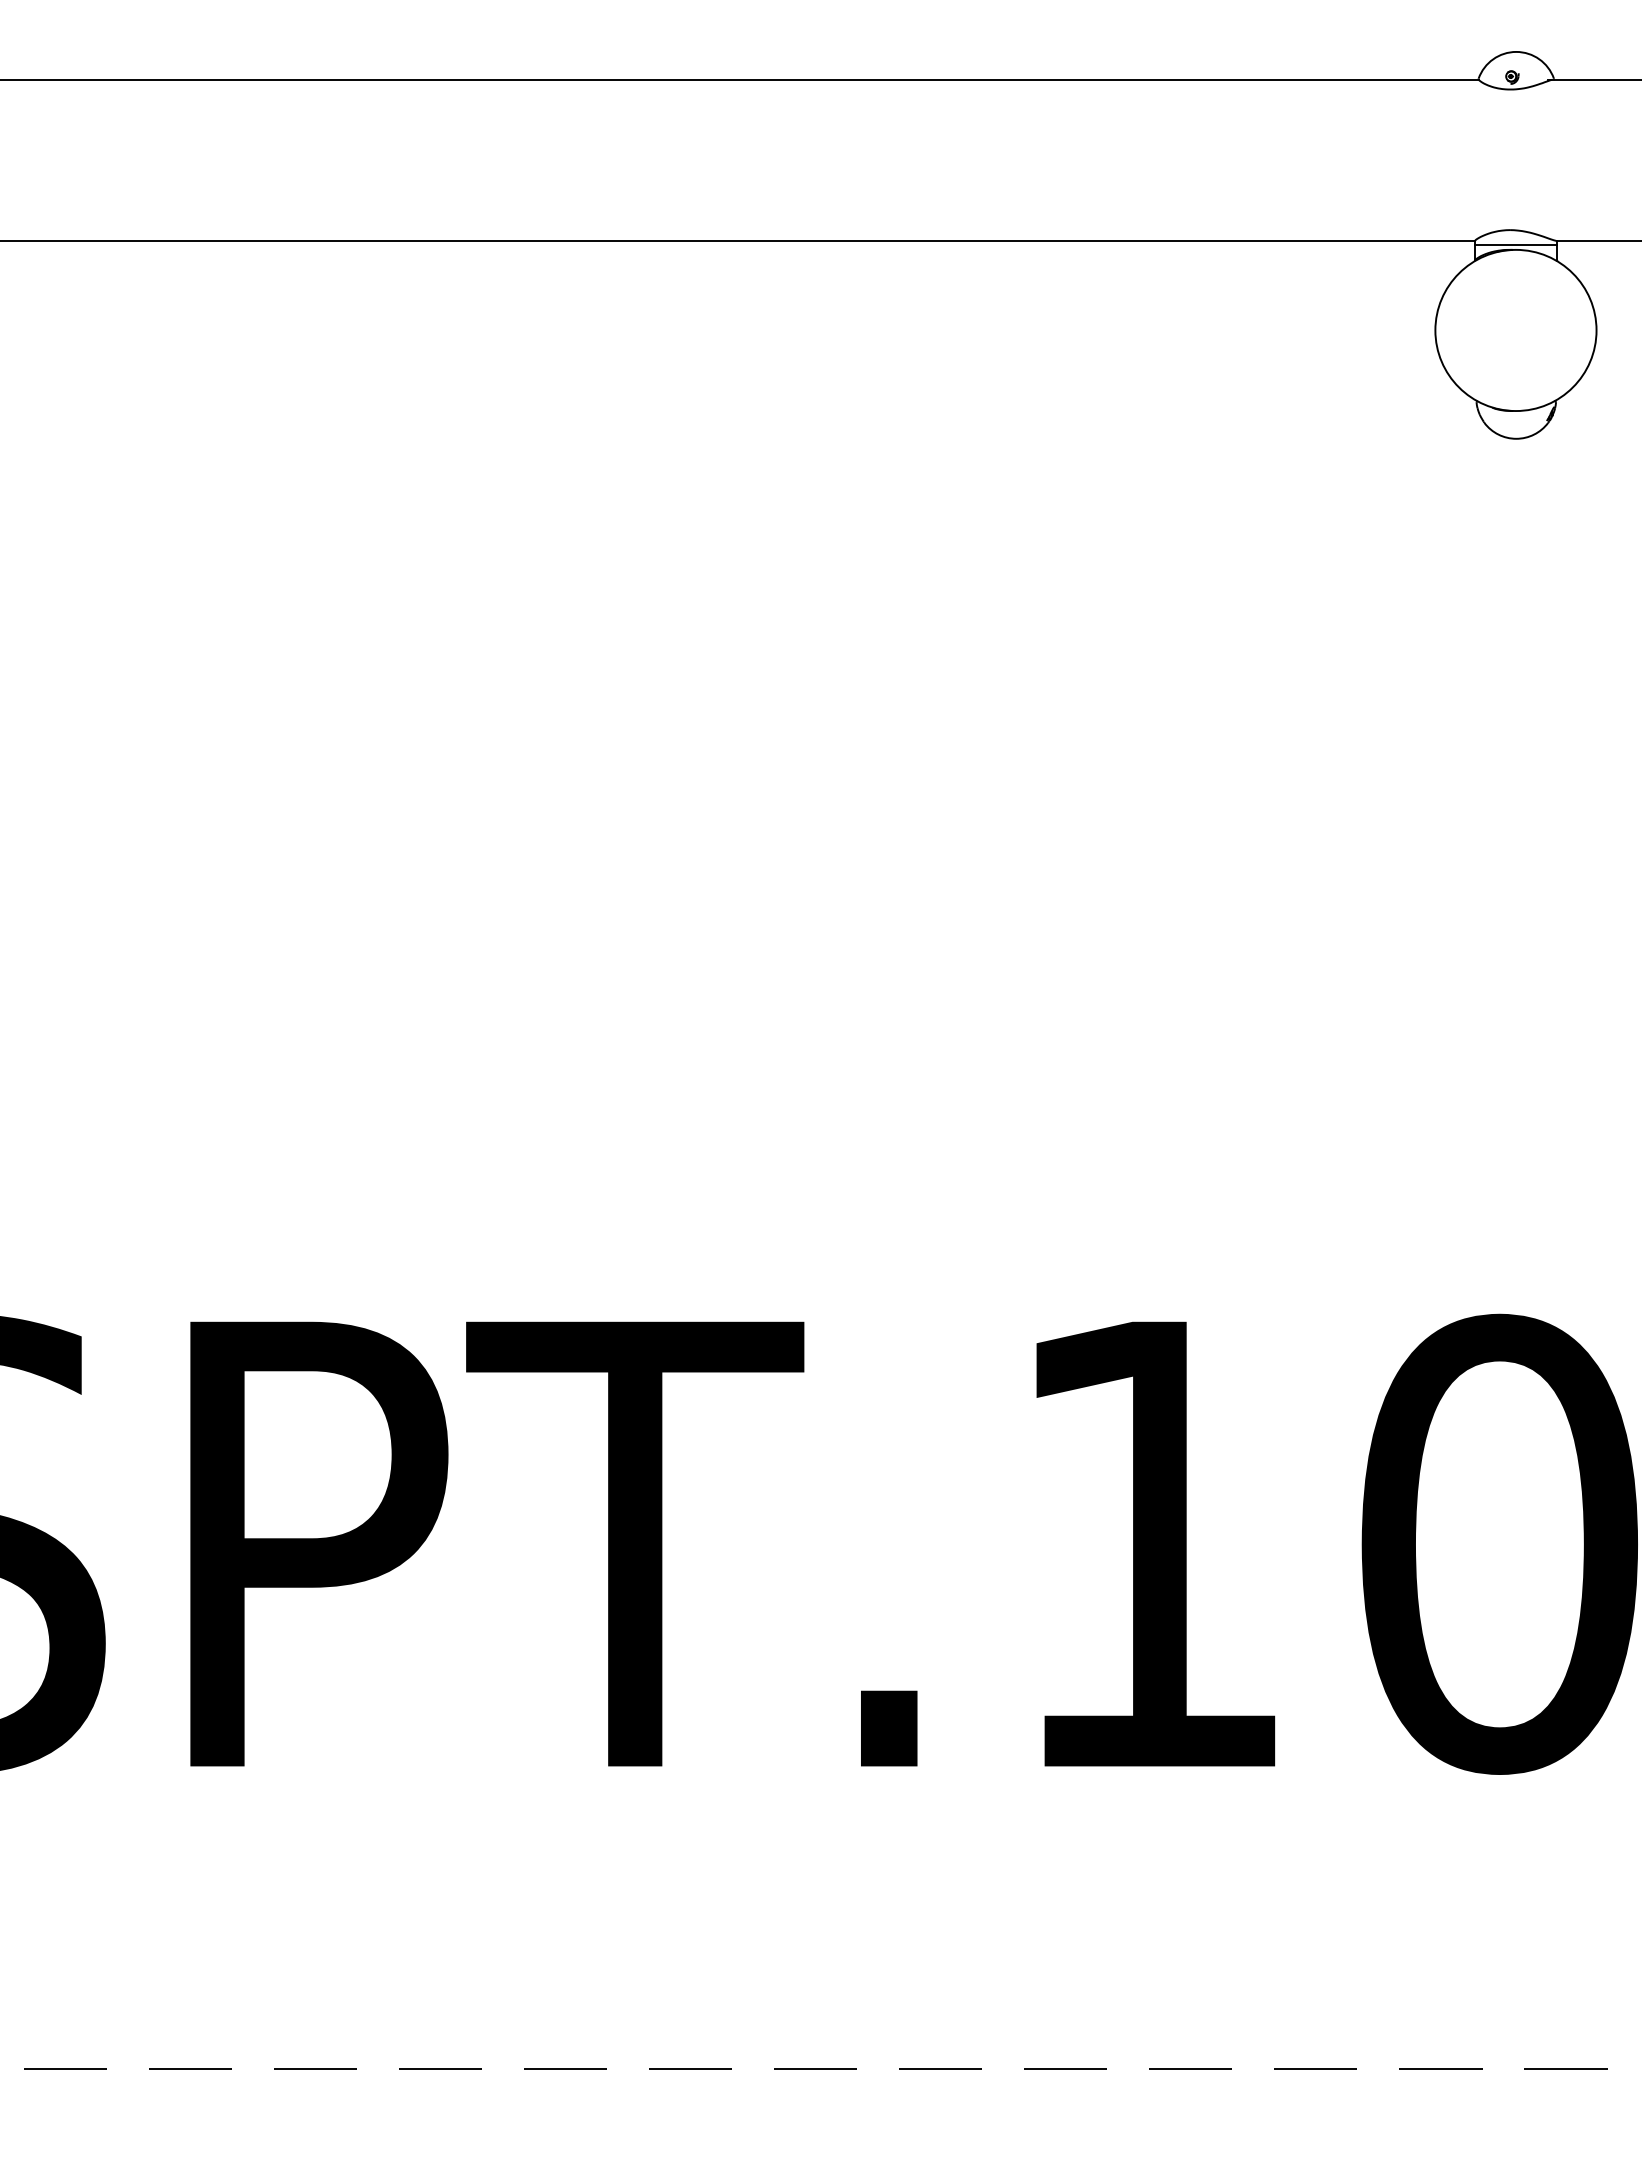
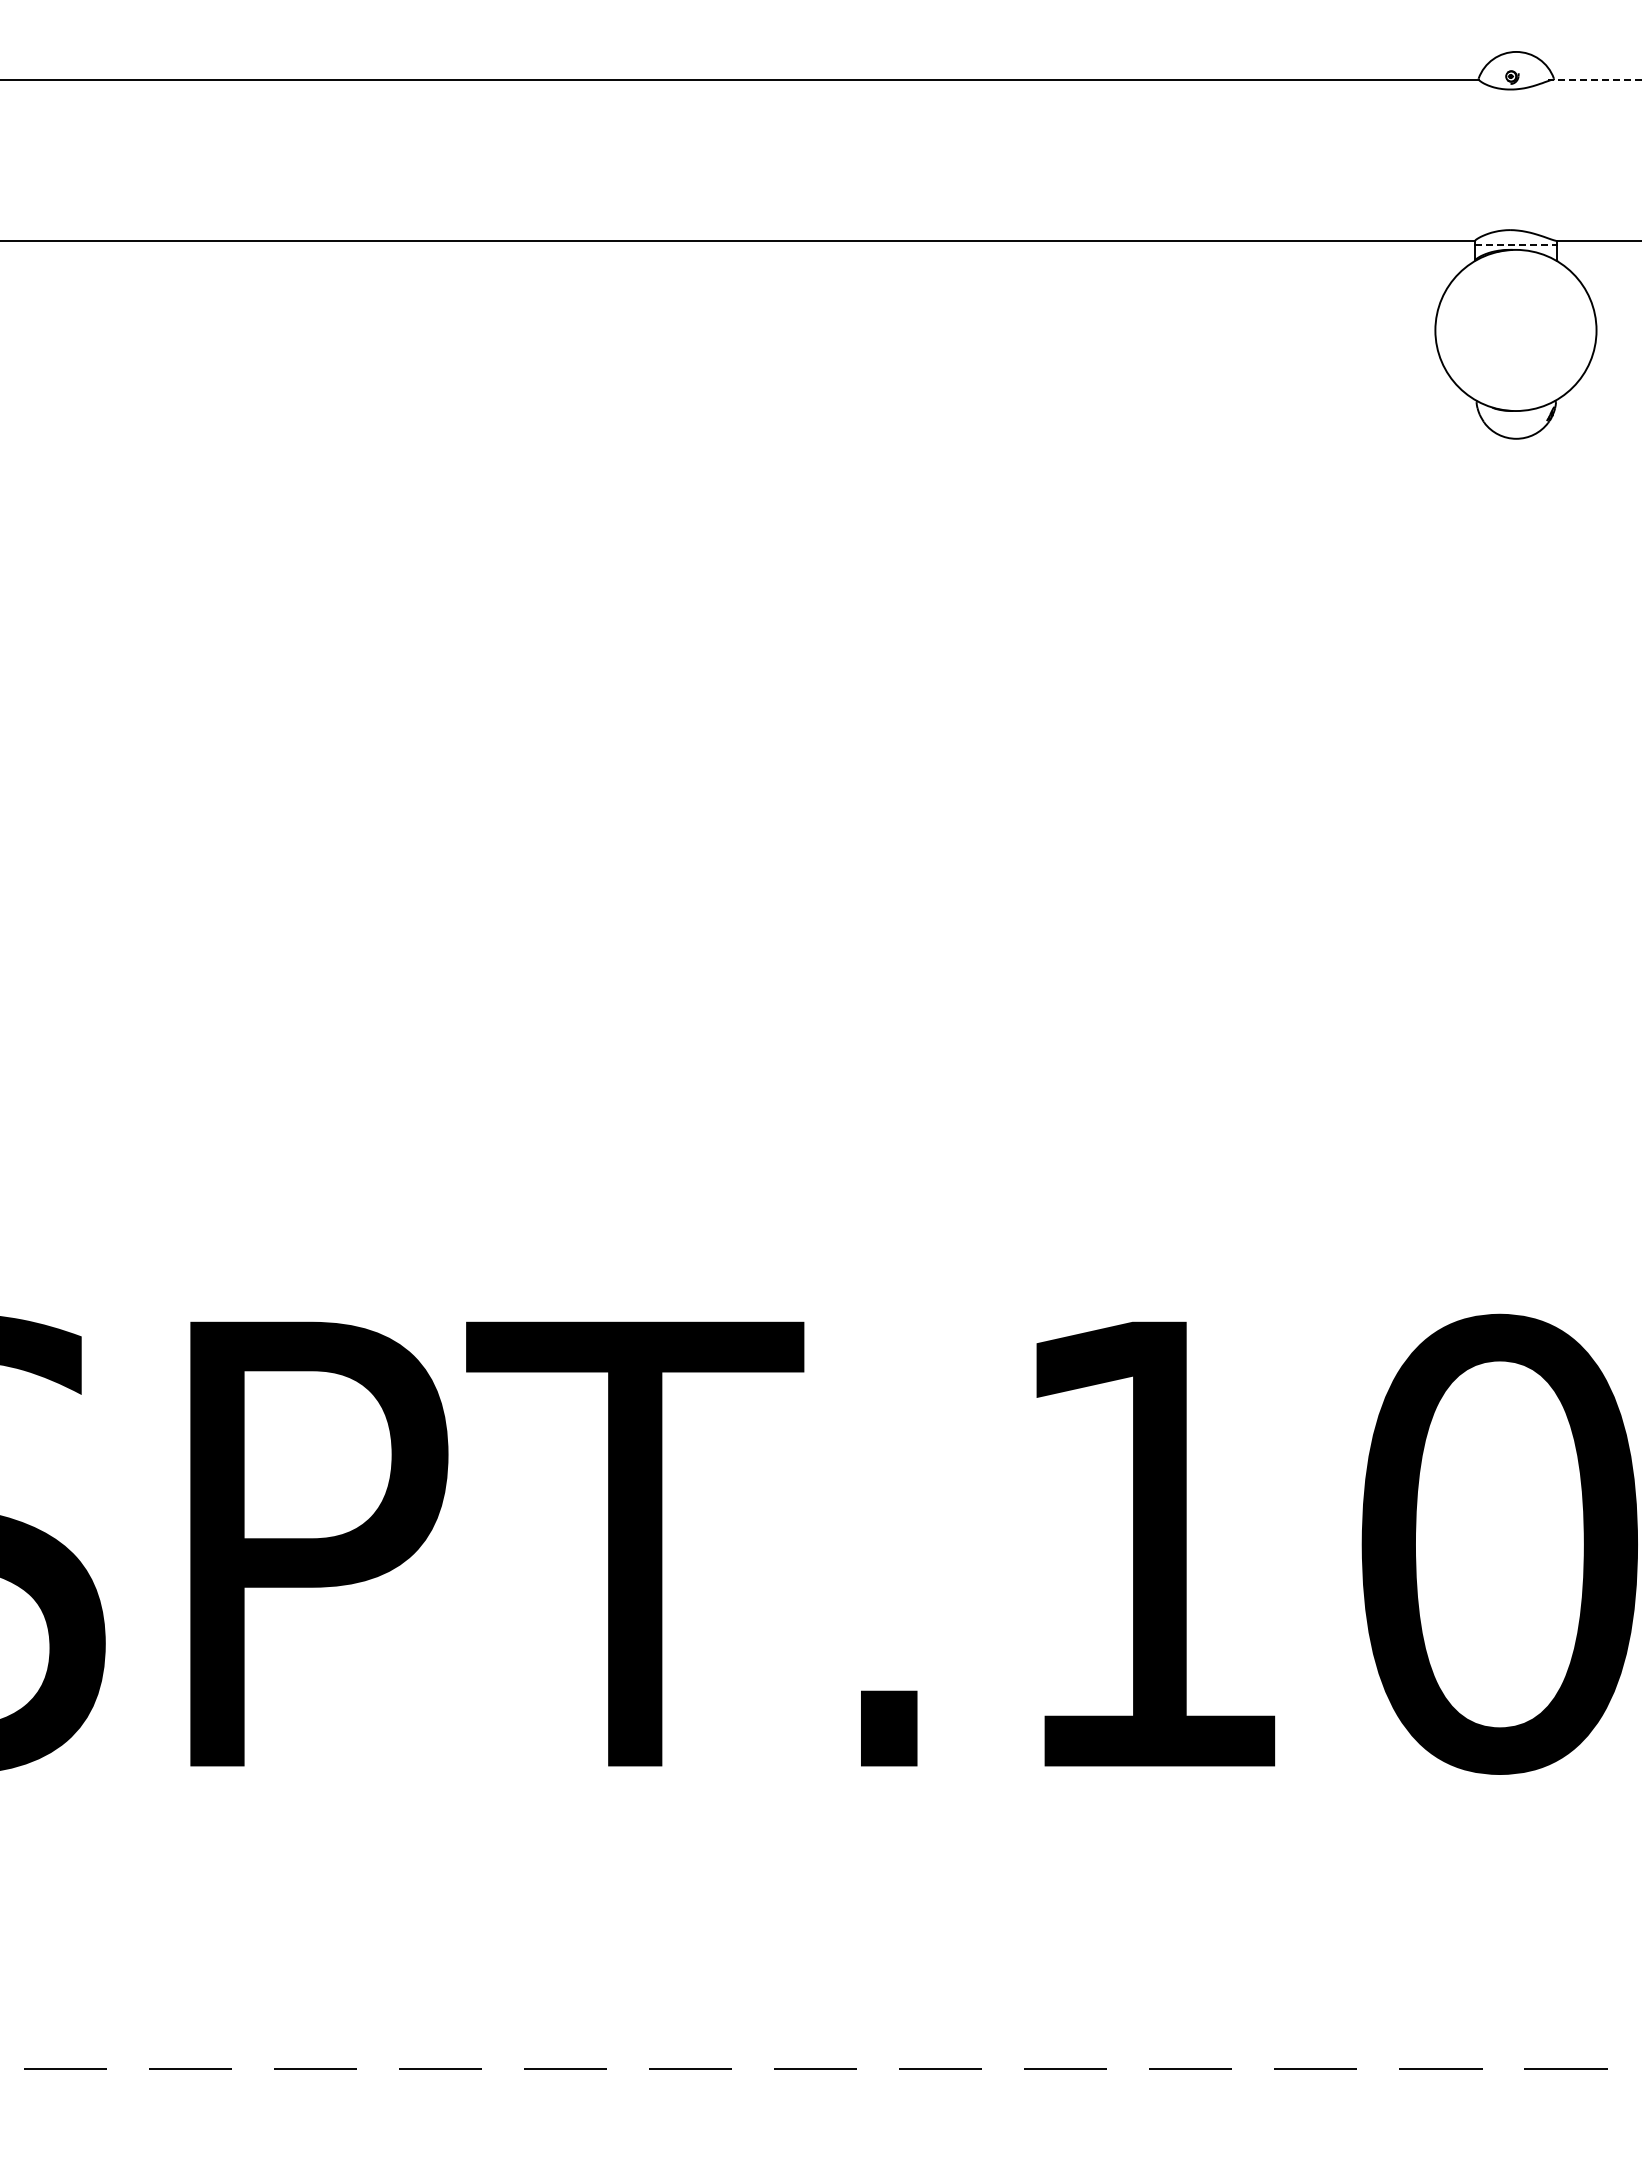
line at (1594, 79): solid -> dashed
line at (1516, 245): solid -> dashed
